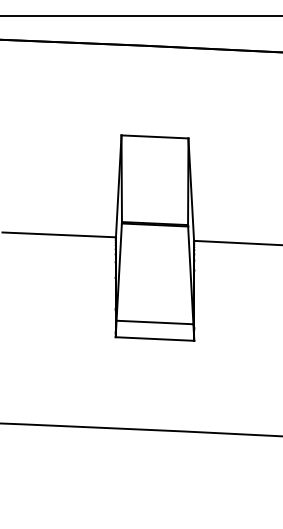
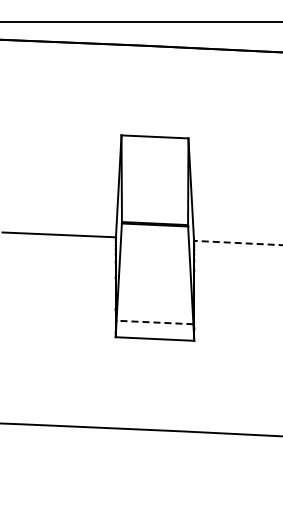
line at (140, 15) position: (140, 15) -> (140, 21)
line at (237, 243): solid -> dashed
line at (154, 322): solid -> dashed
